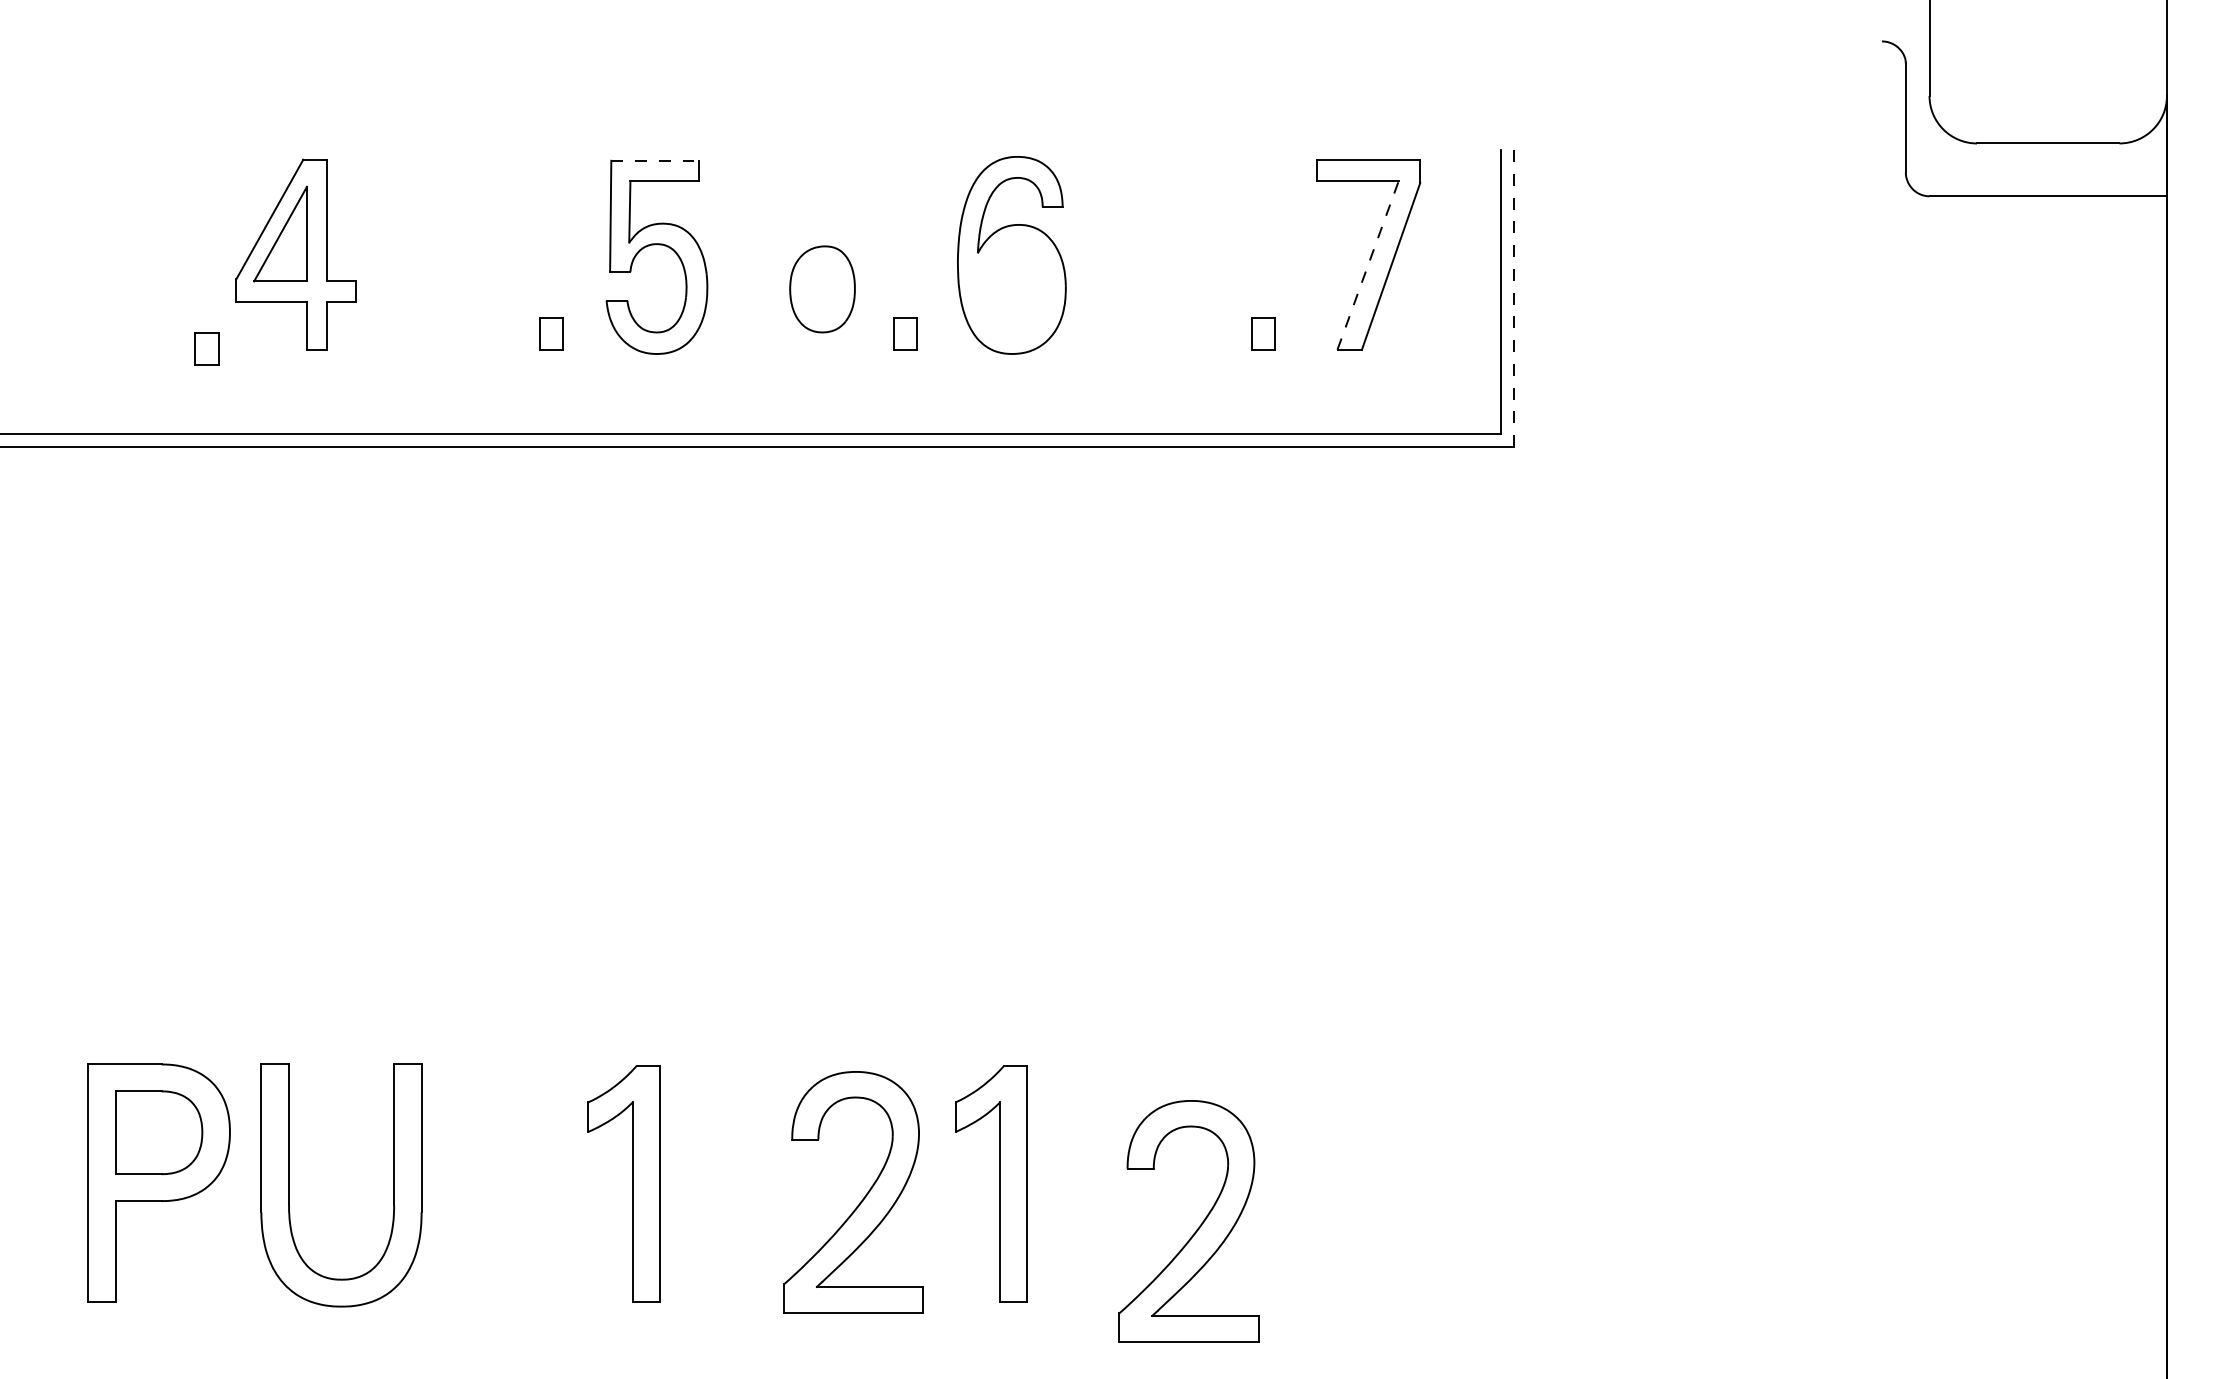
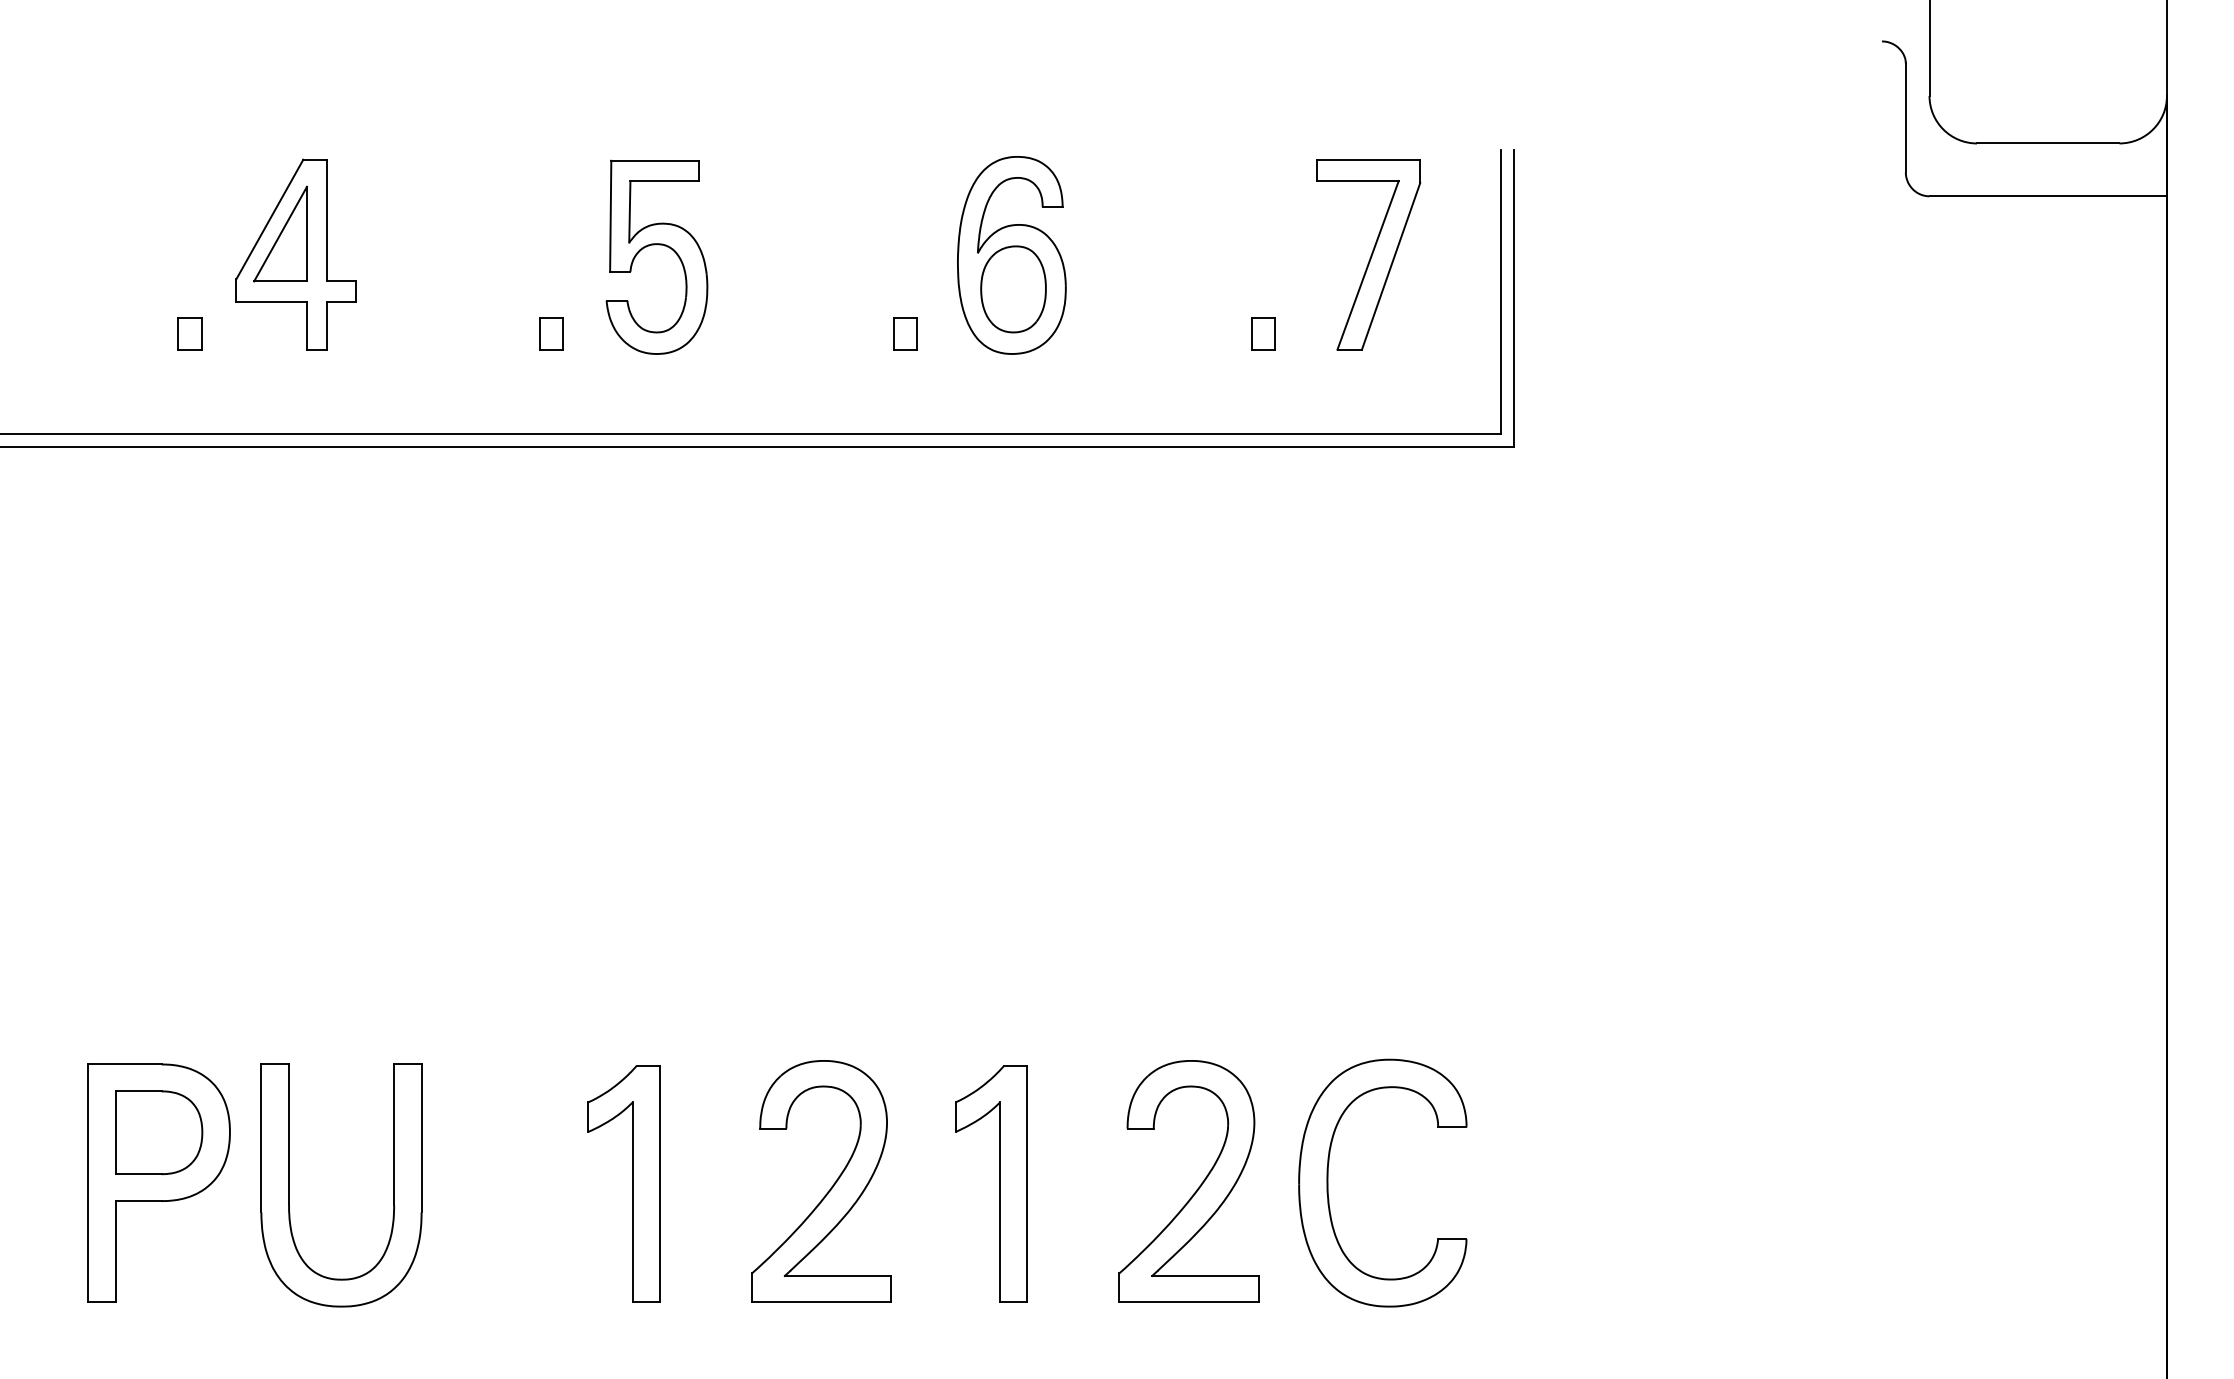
line at (655, 160): dashed -> solid
line at (1368, 265): dashed -> solid
part at (822, 289) position: (822, 289) -> (1013, 289)
line at (1513, 298): dashed -> solid
part at (206, 348) position: (206, 348) -> (189, 333)
part at (1328, 1182): none -> present
part at (863, 1197) position: (863, 1197) -> (831, 1186)
part at (1196, 1229) position: (1196, 1229) -> (1196, 1189)
